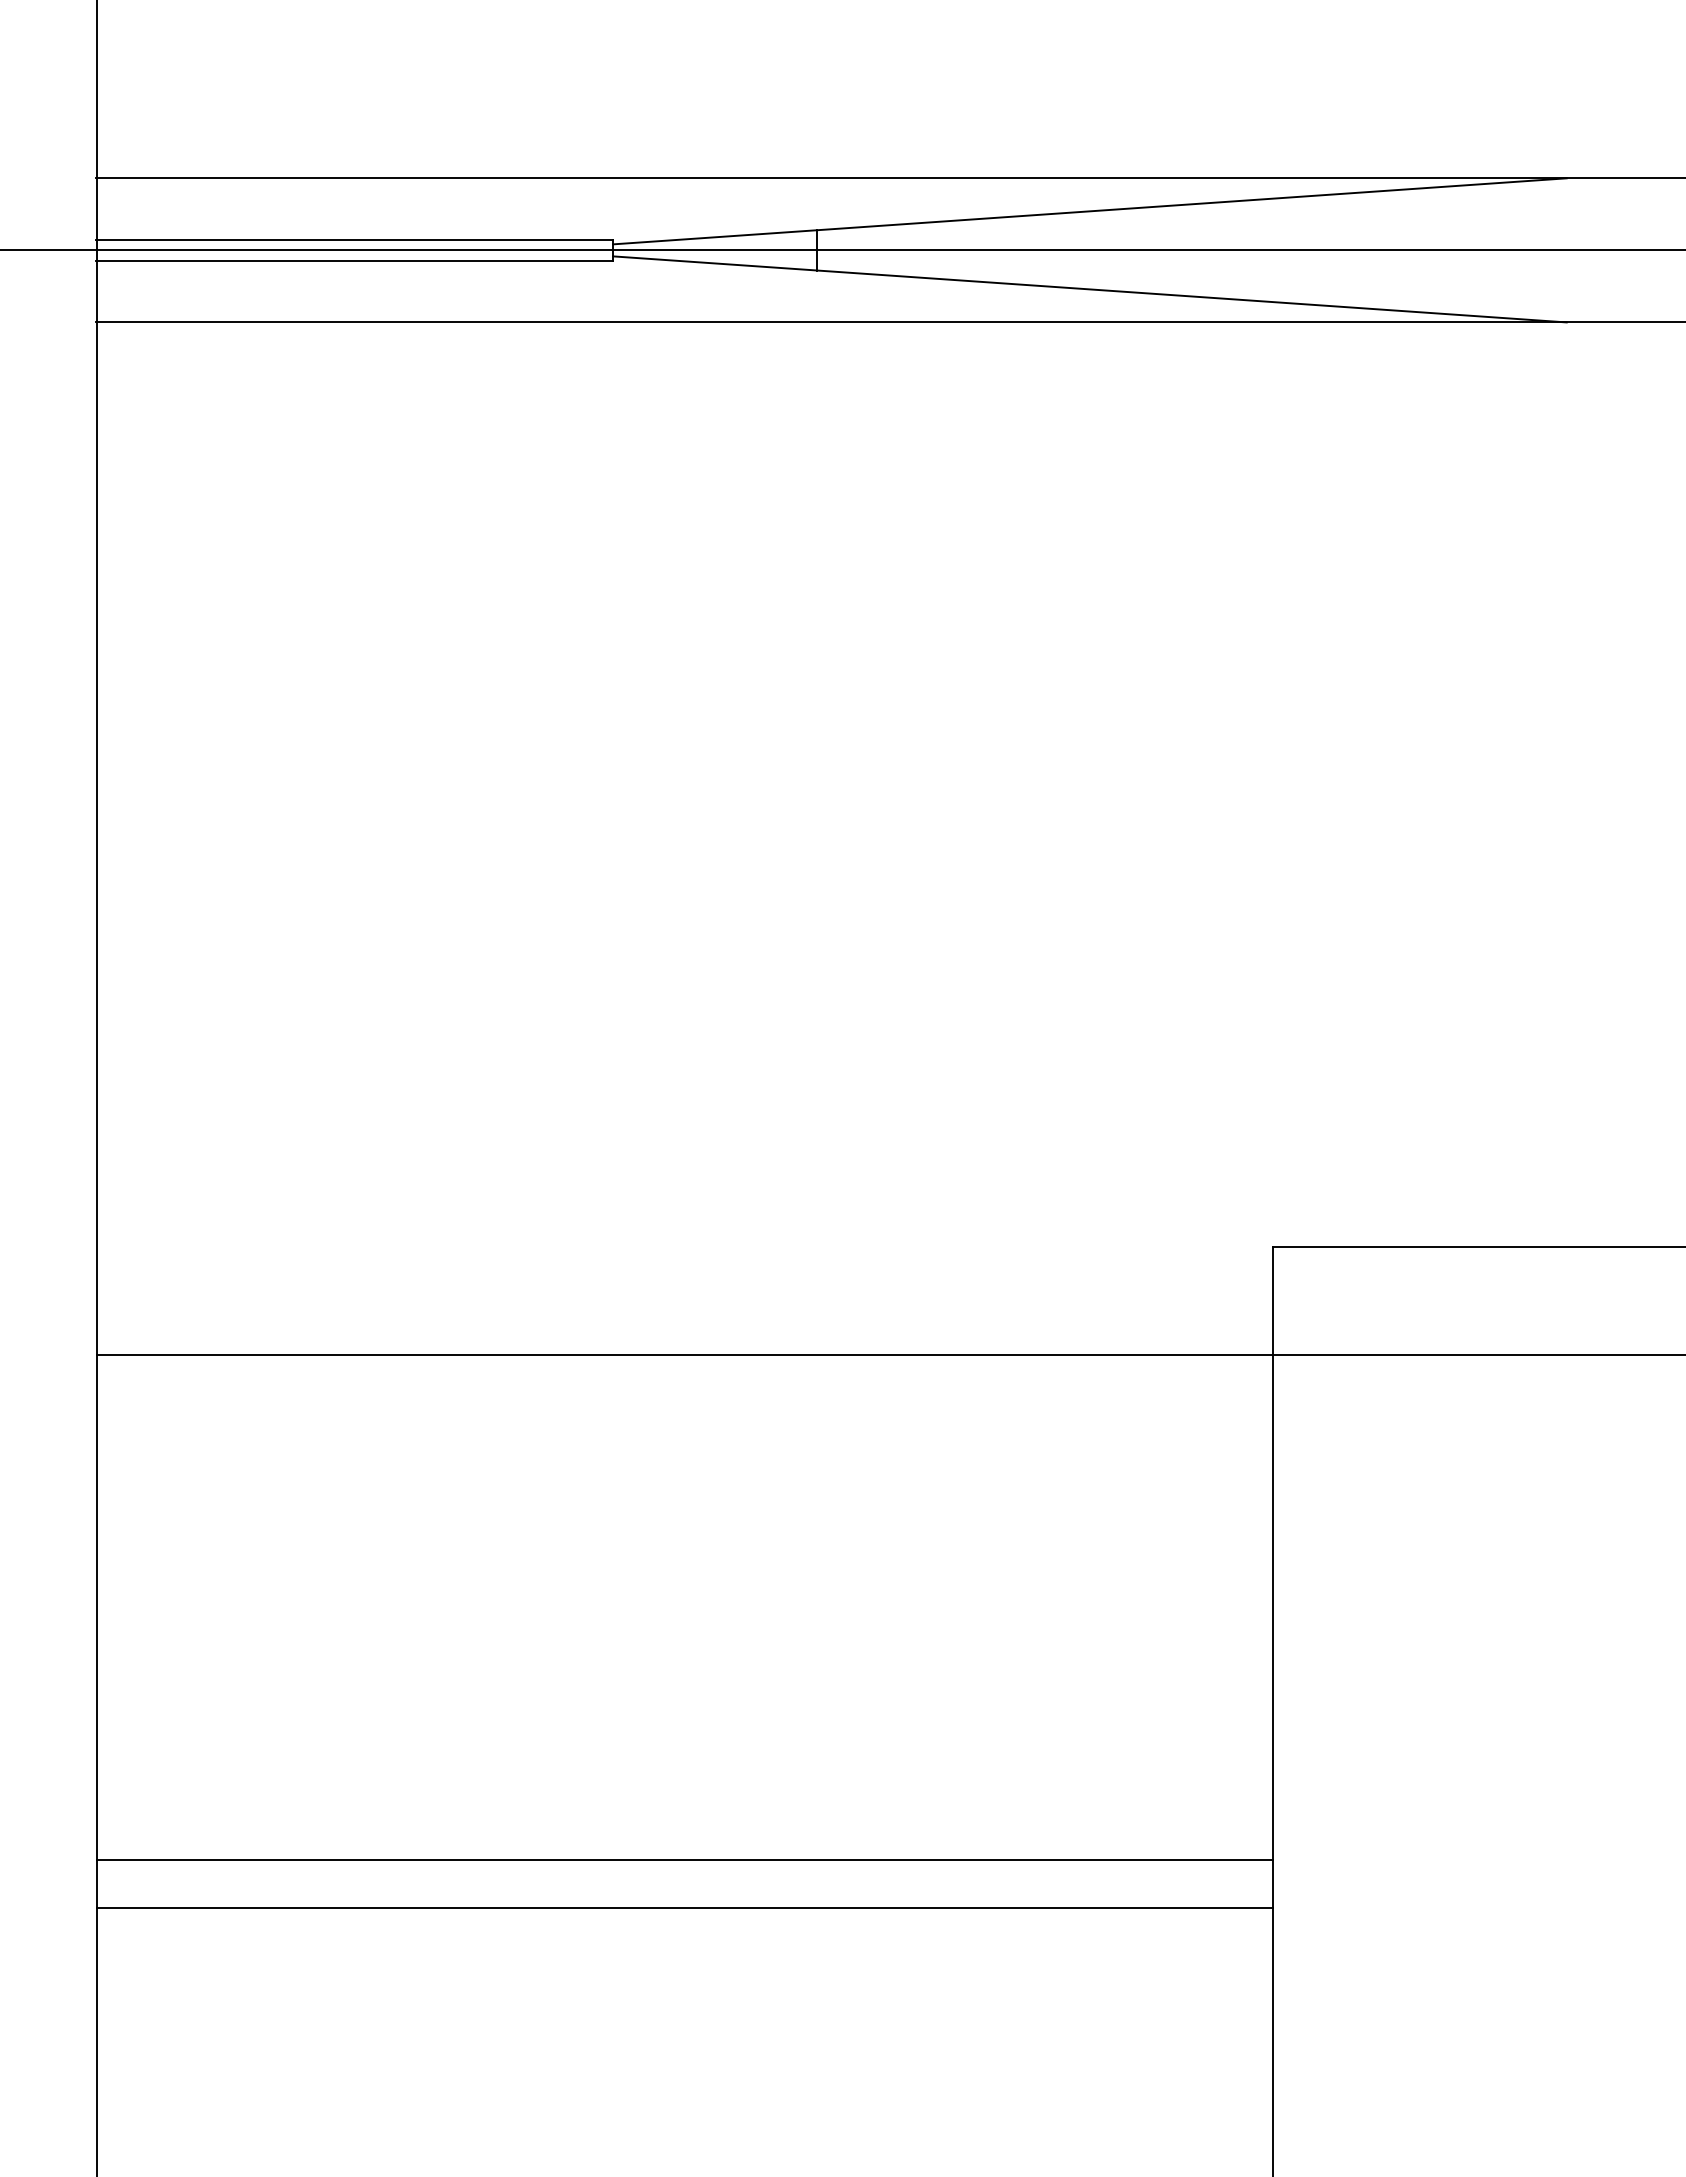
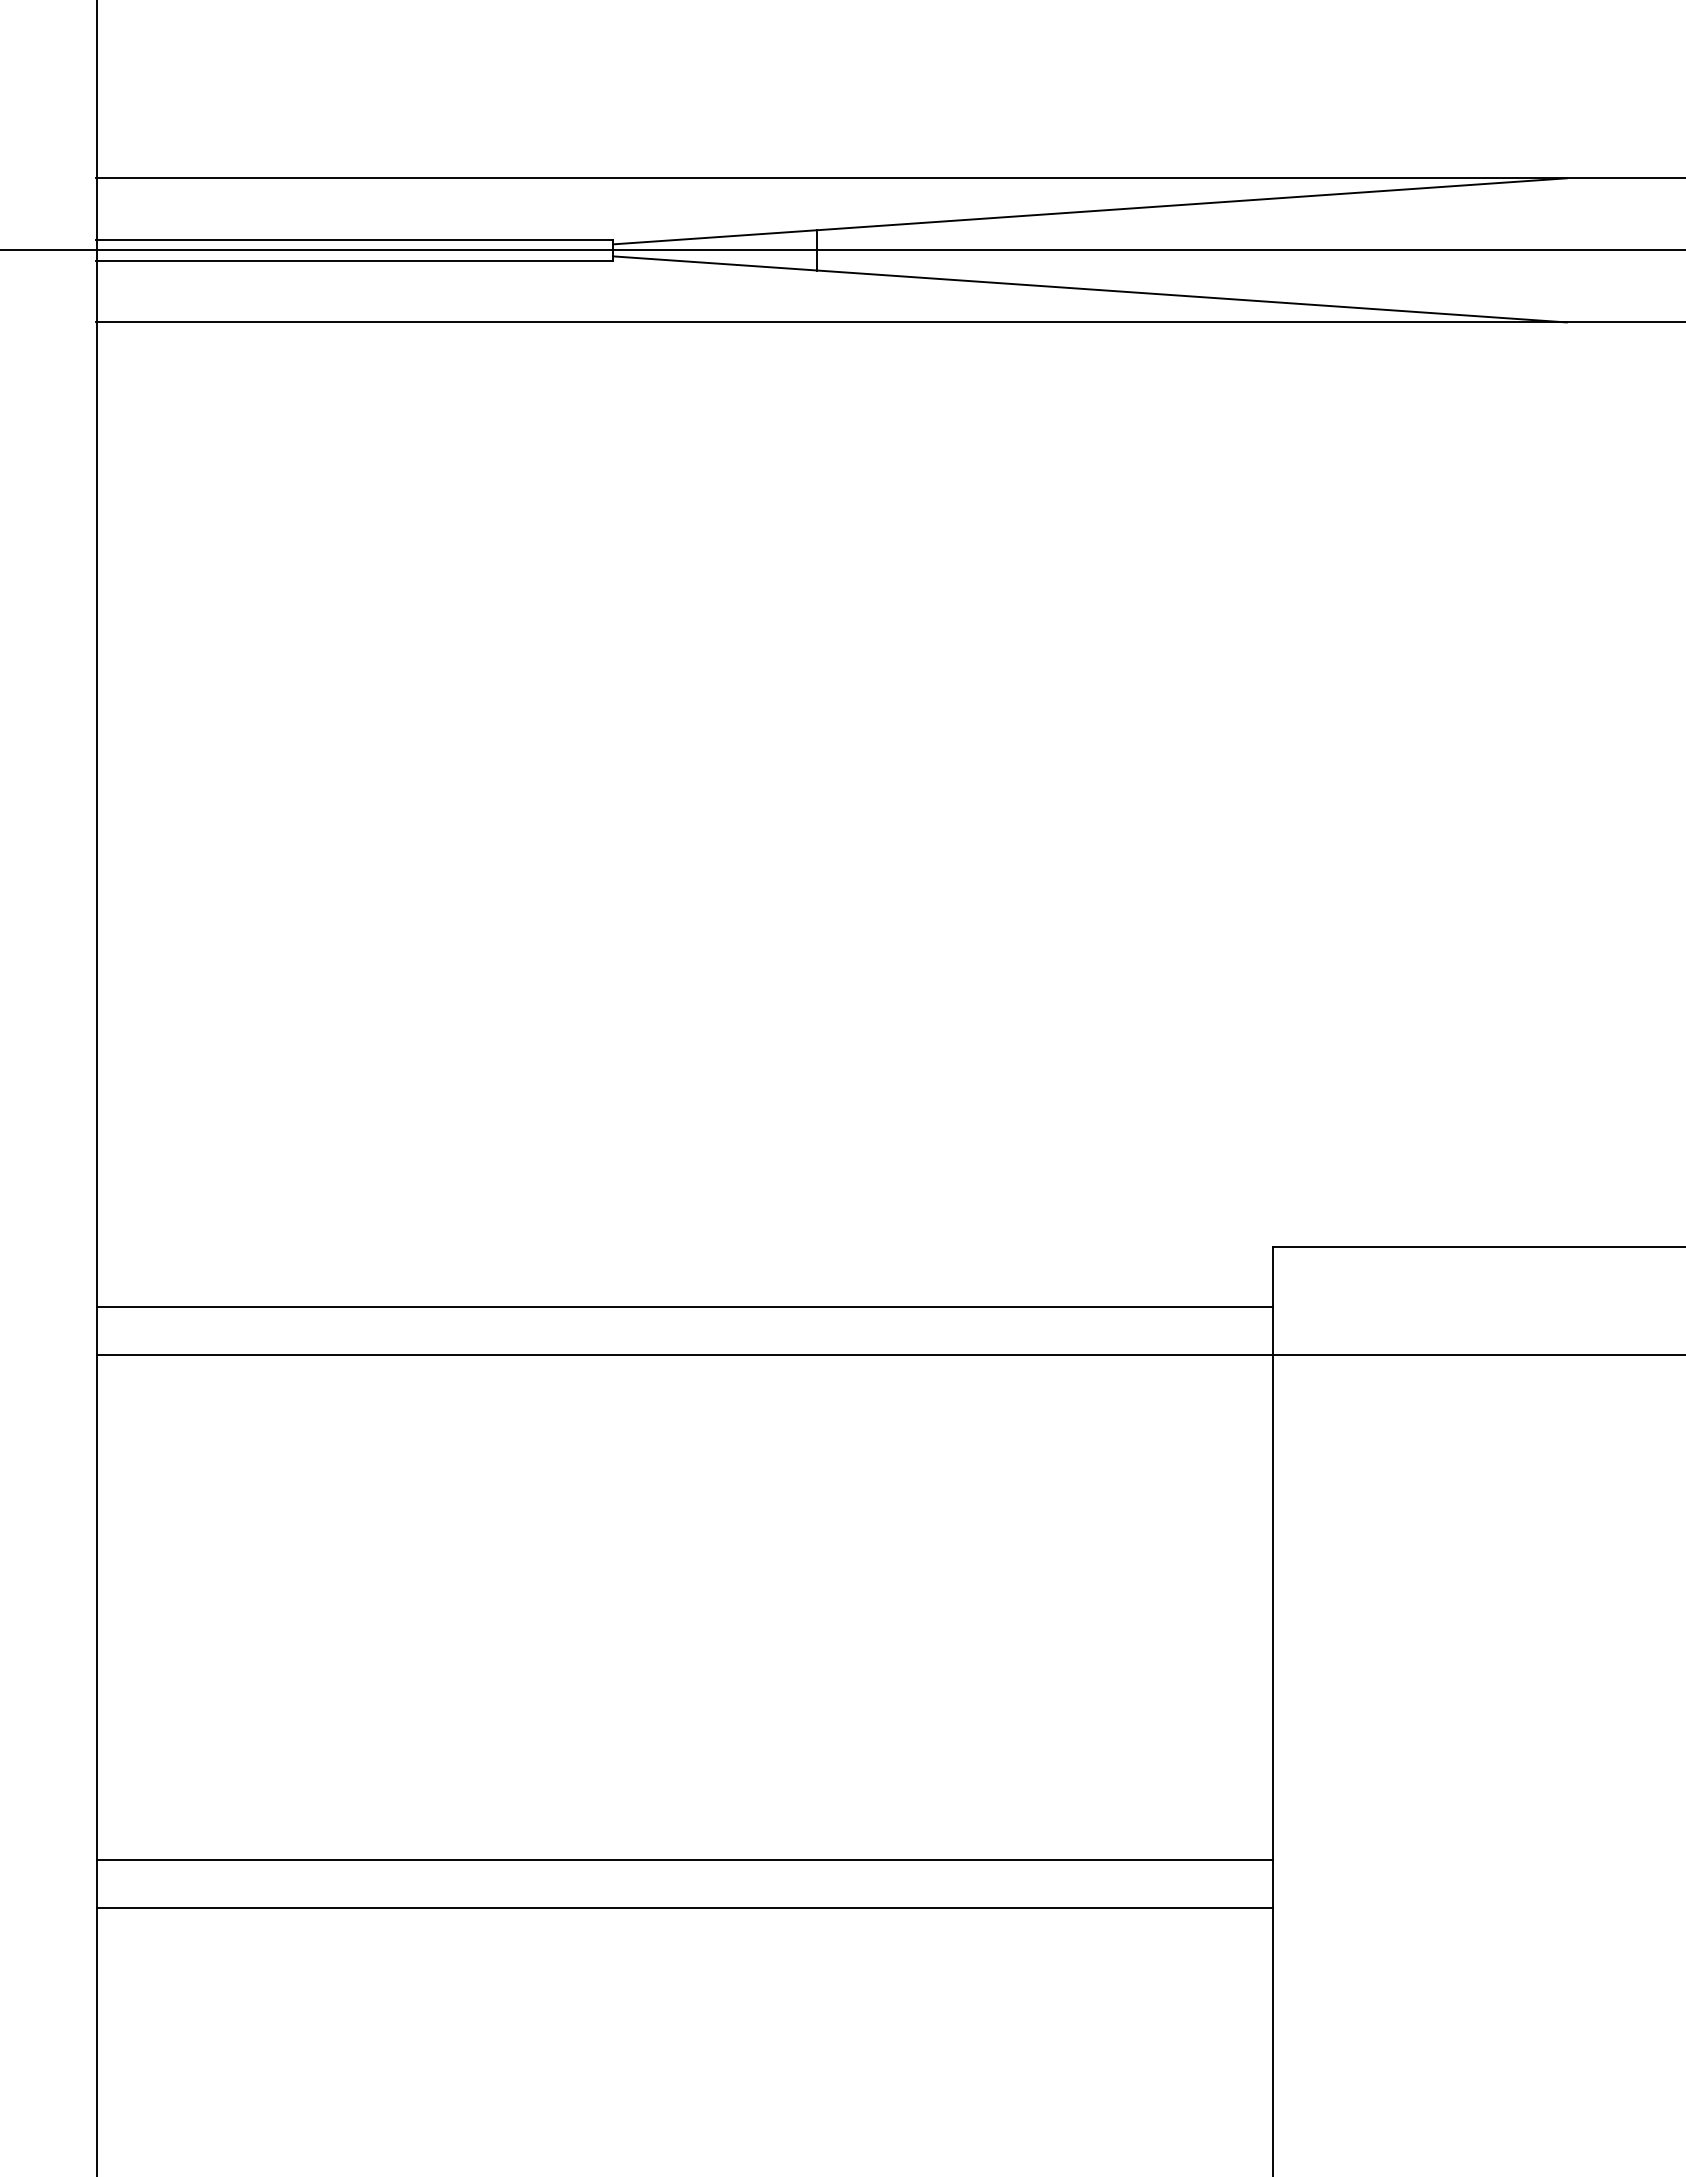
line at (684, 1307): none -> present
